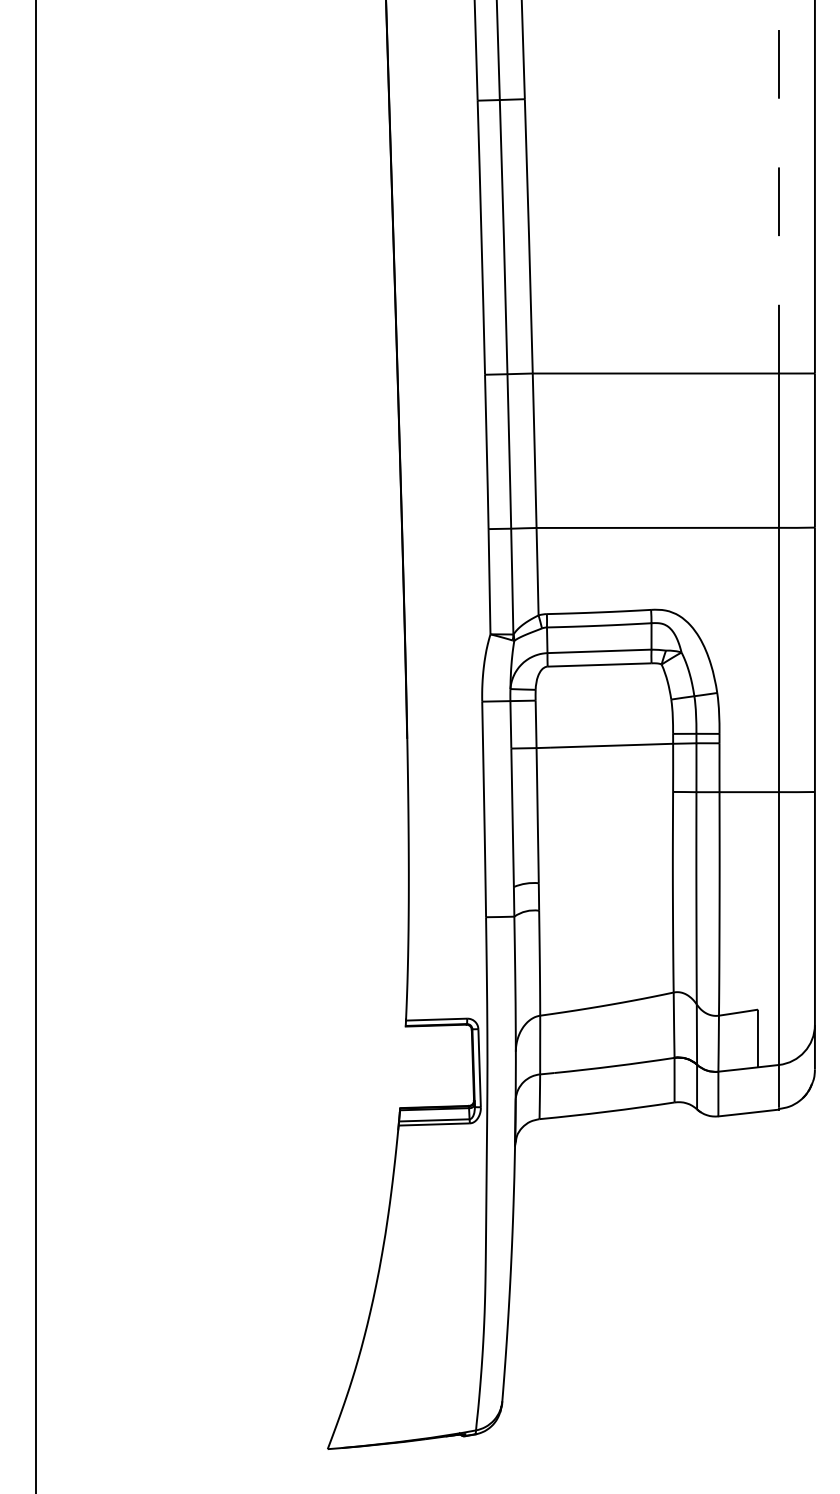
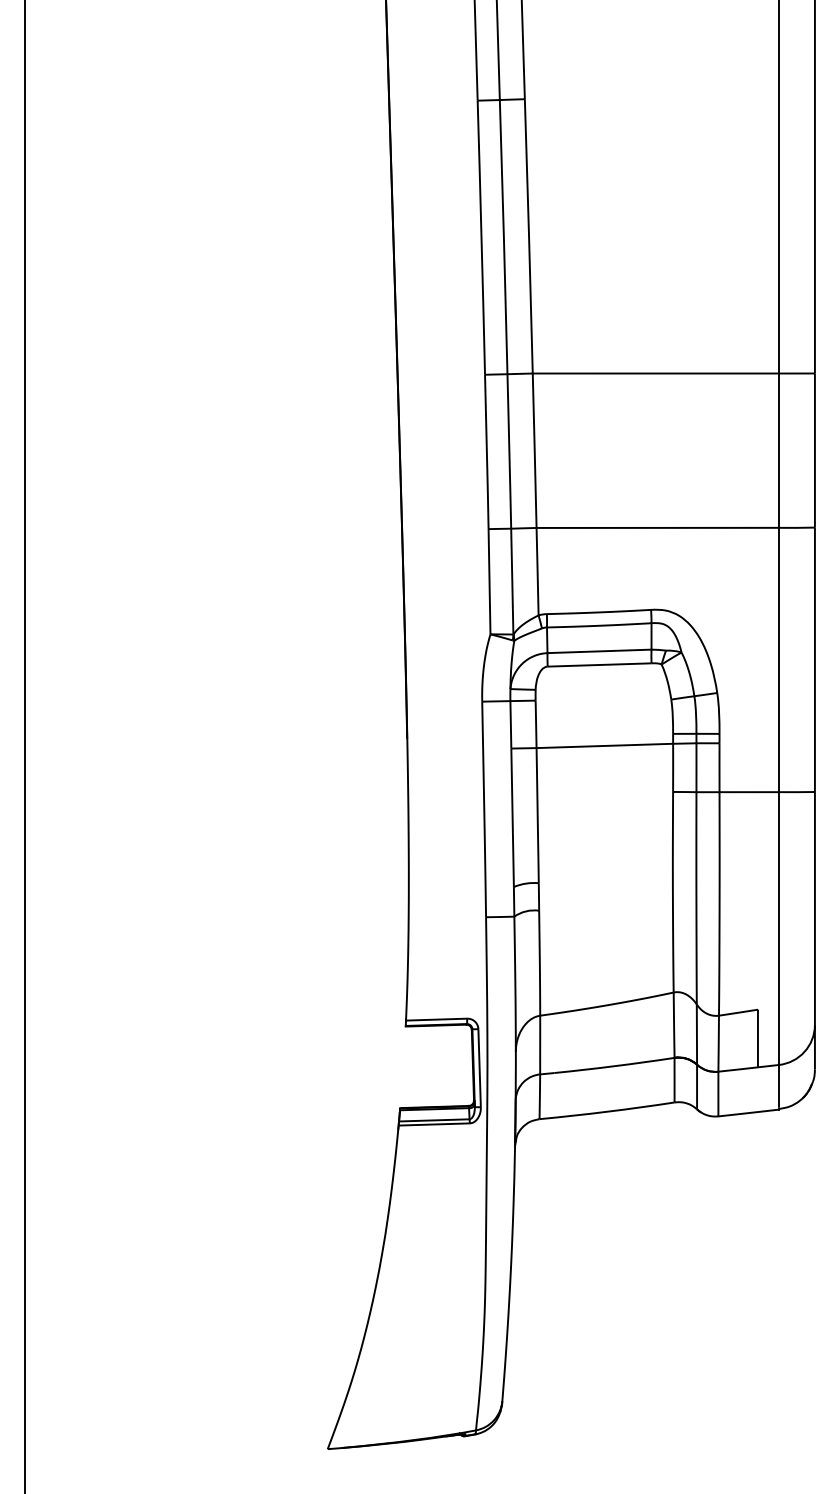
line at (778, 186): dashed -> solid
line at (36, 746) position: (36, 746) -> (25, 746)
